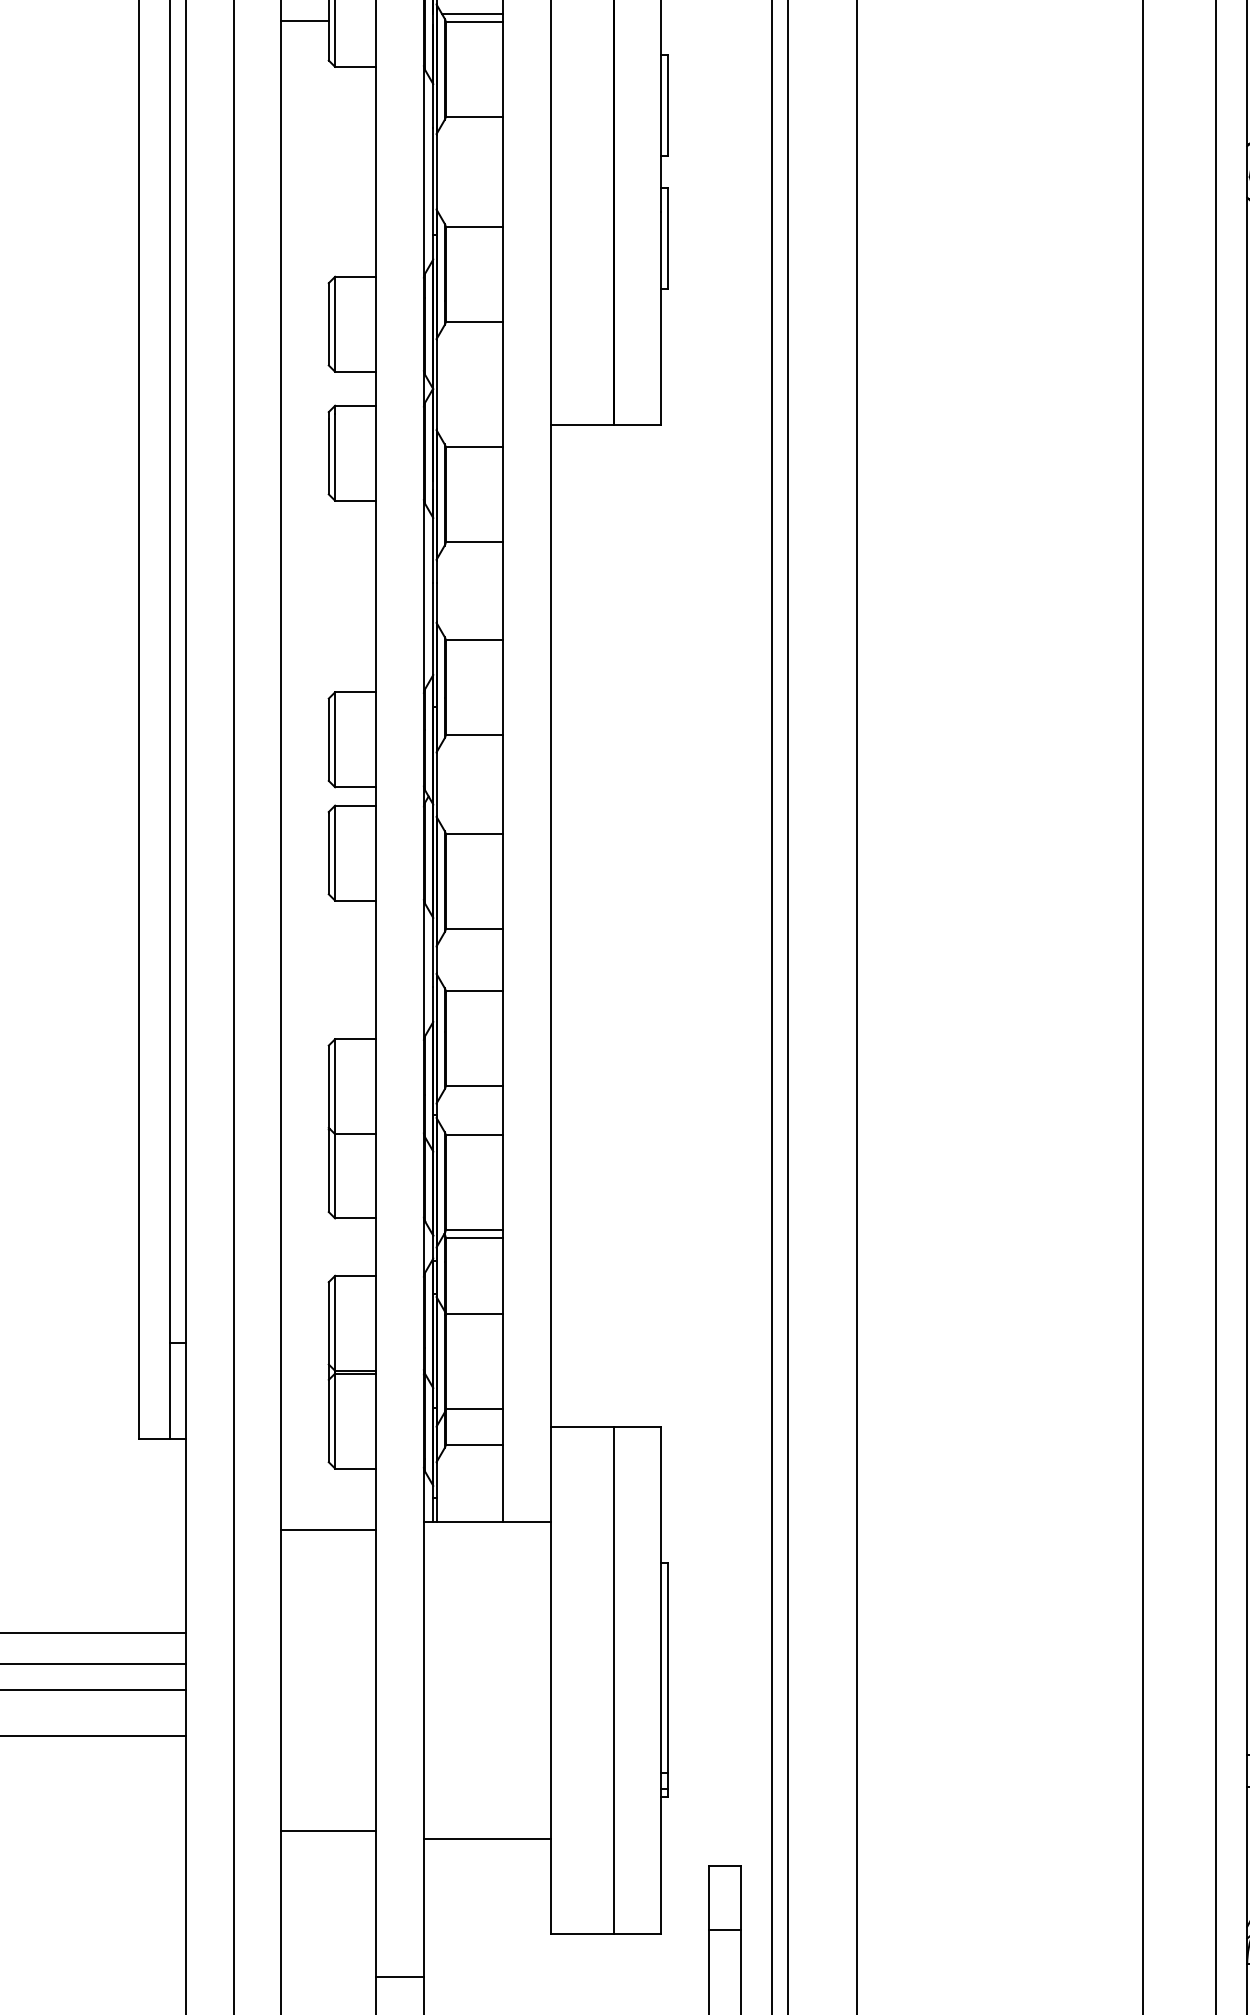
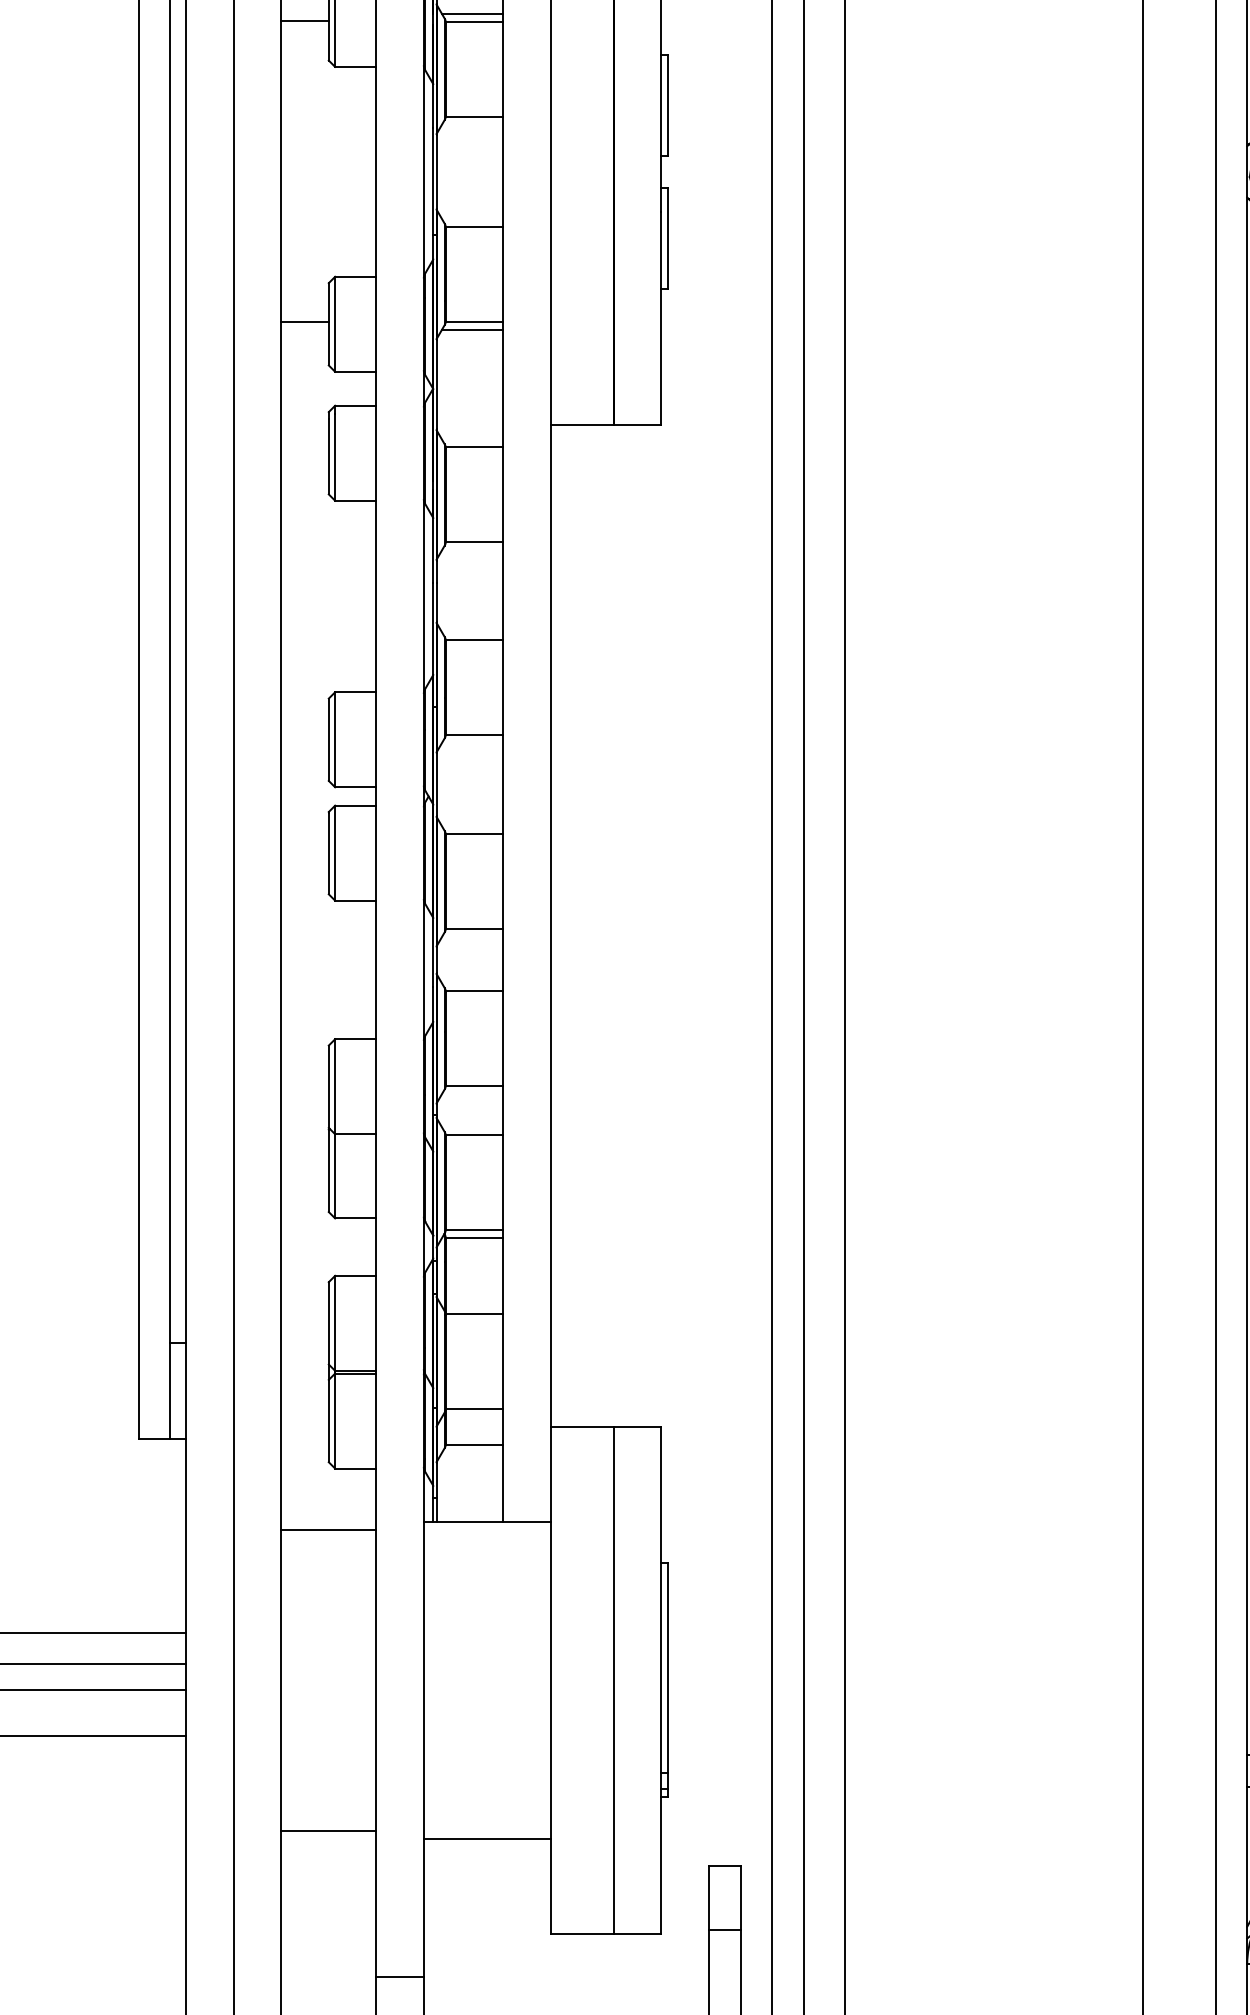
line at (304, 322): none -> present
line at (472, 330): none -> present
line at (787, 1006) position: (787, 1006) -> (803, 1006)
line at (857, 1006) position: (857, 1006) -> (845, 1006)
